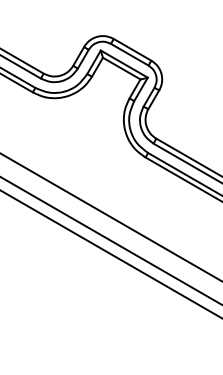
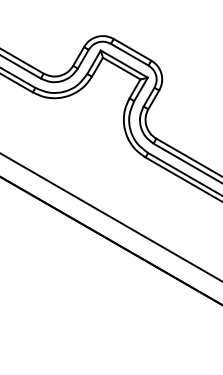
line at (110, 254) position: (110, 254) -> (110, 240)
